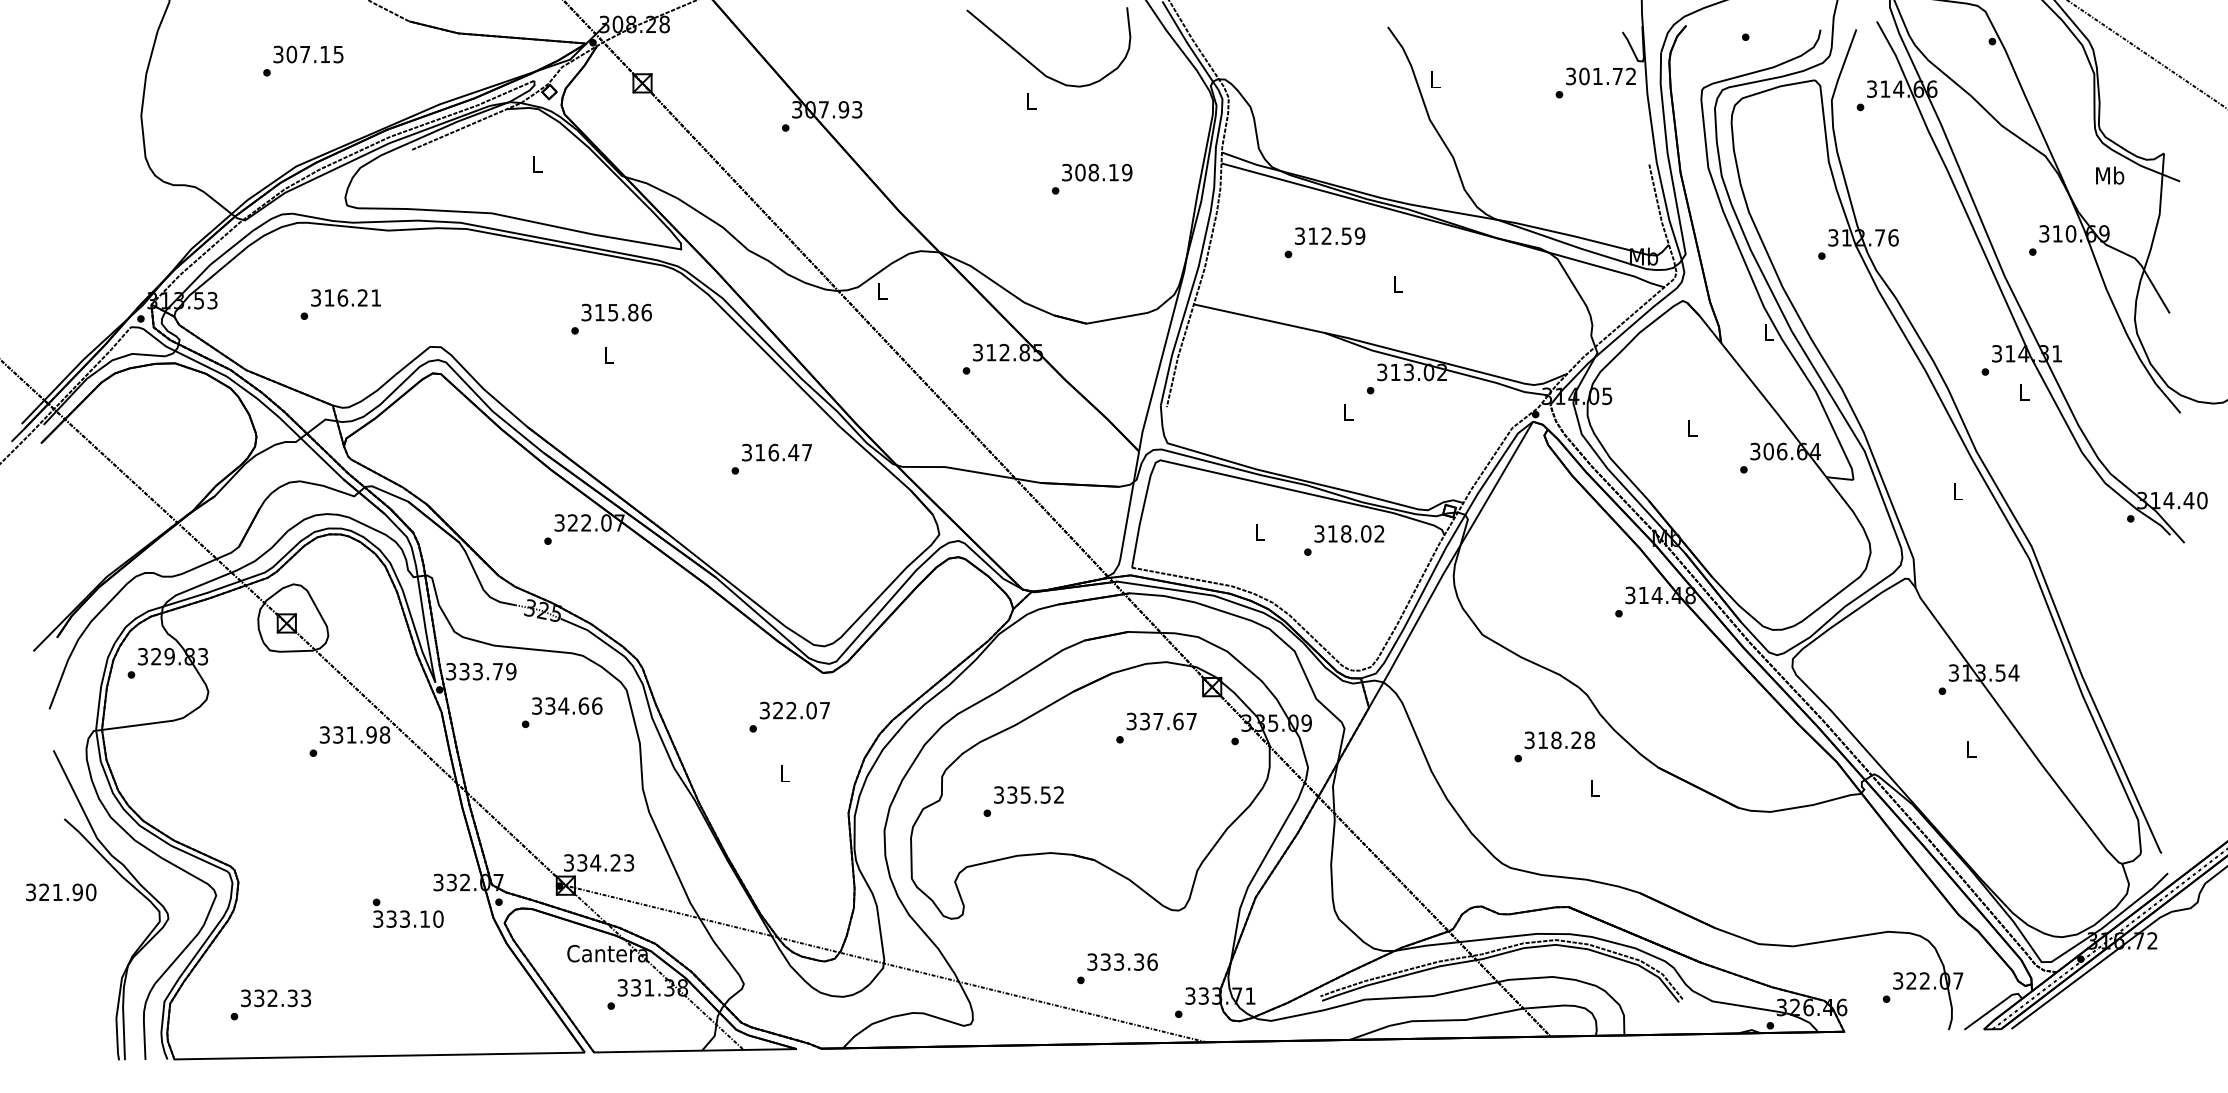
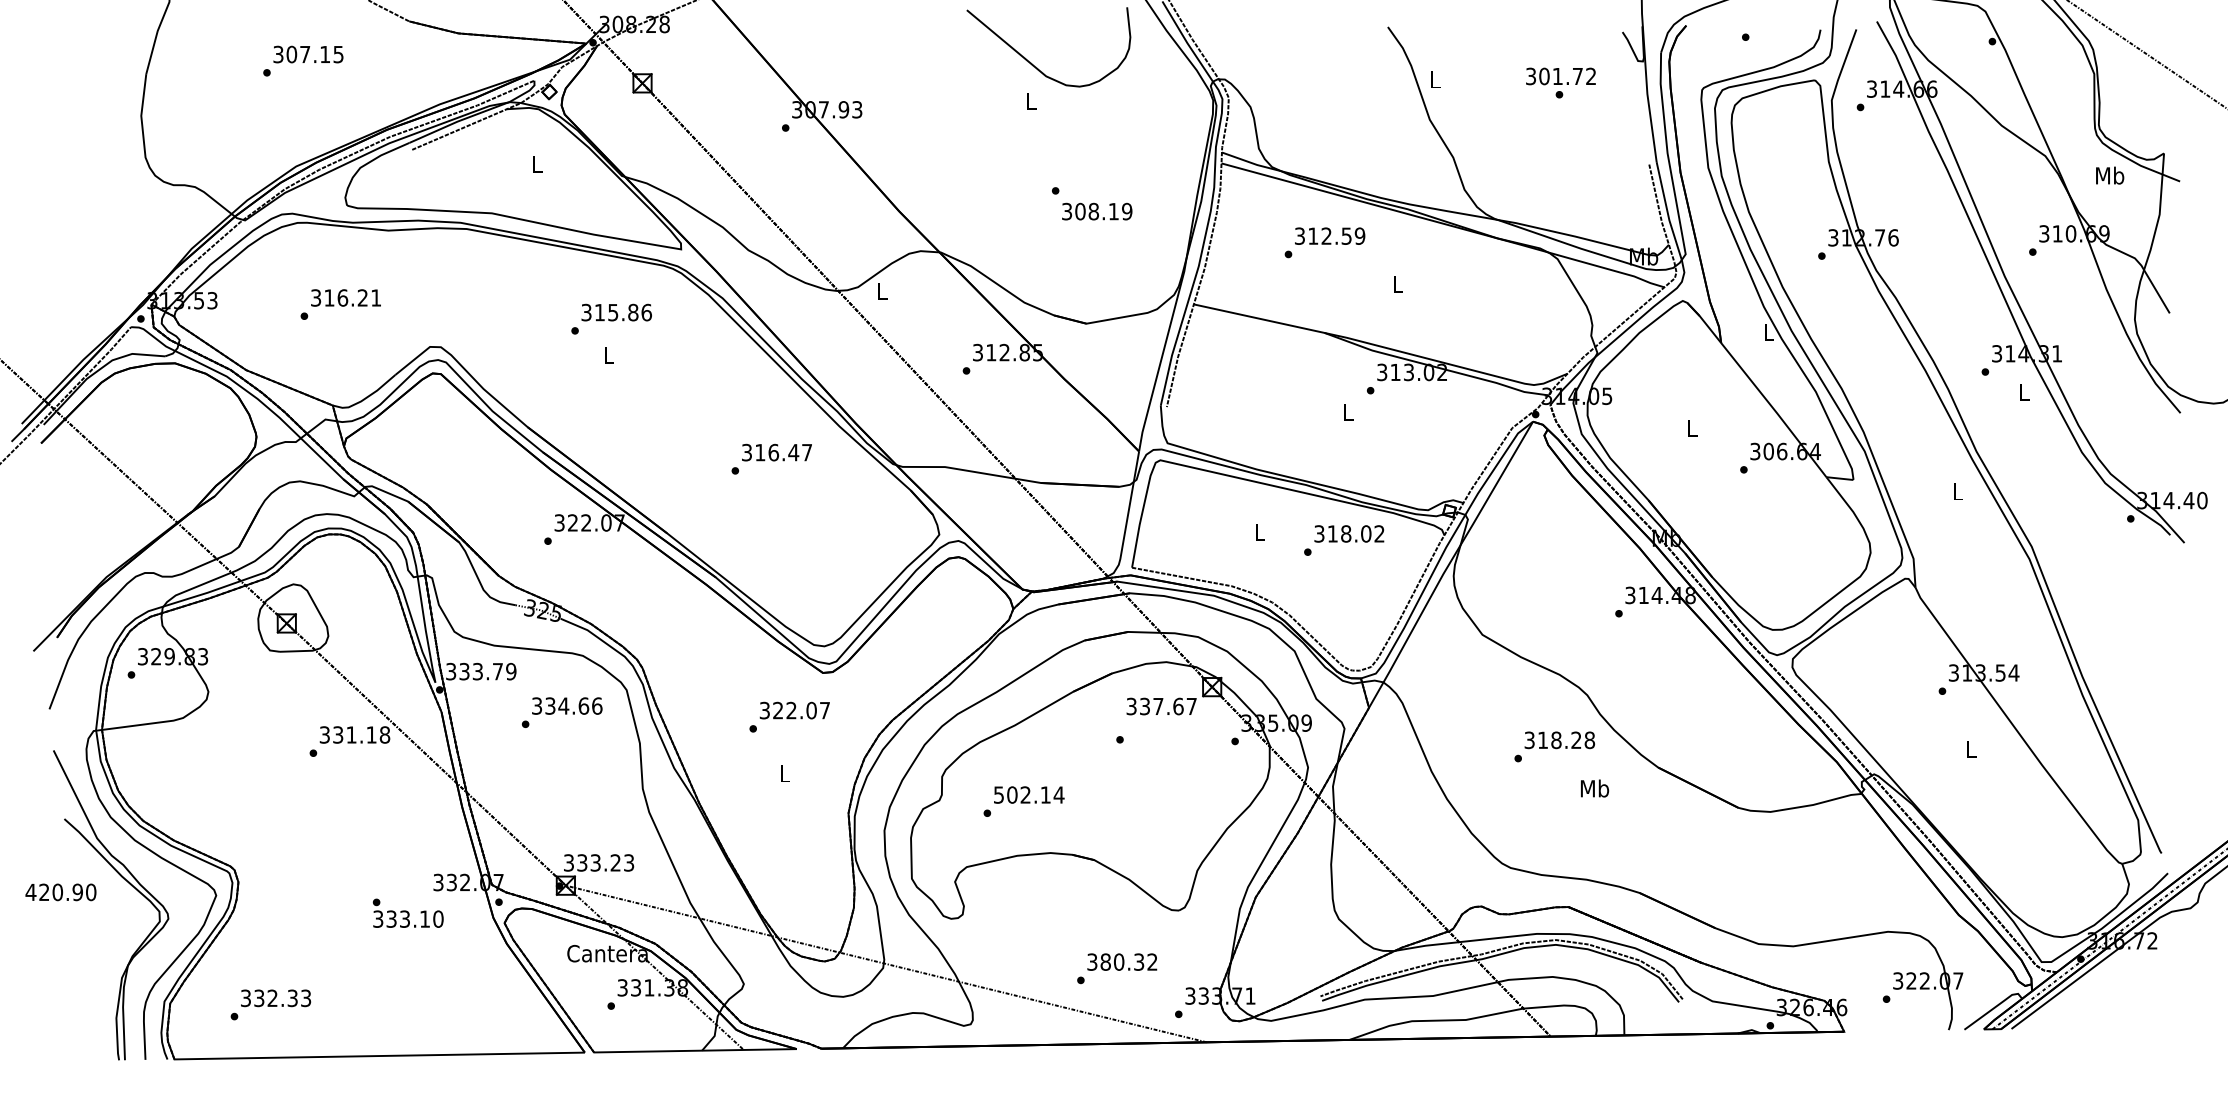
text at (1600, 76) position: (1600, 76) -> (1560, 76)
text at (1097, 172) position: (1097, 172) -> (1097, 211)
text at (1161, 721) position: (1161, 721) -> (1161, 706)
text at (371, 734): 331.98 -> 331.18
text at (1594, 788): L -> Mb
text at (1029, 794): 335.52 -> 502.14
text at (595, 862): 334.23 -> 333.23
text at (44, 892): 321.90 -> 420.90
text at (1128, 961): 333.36 -> 380.32
